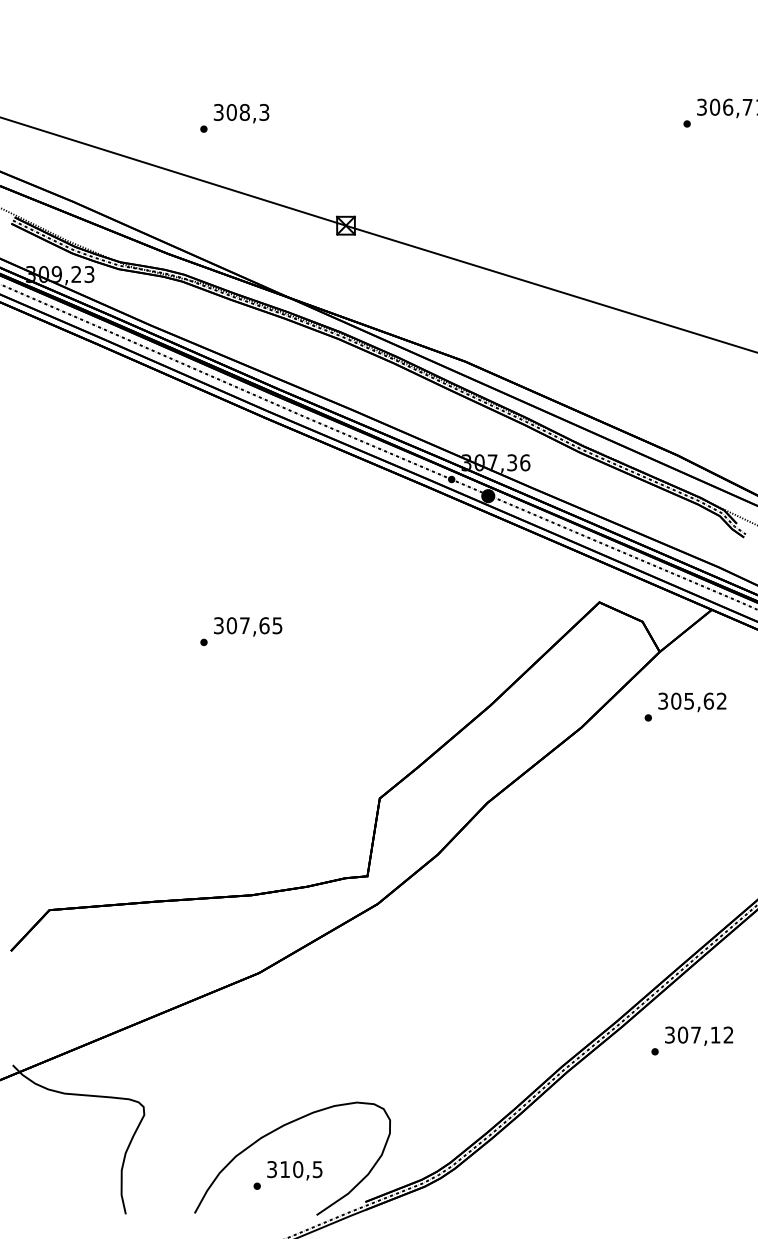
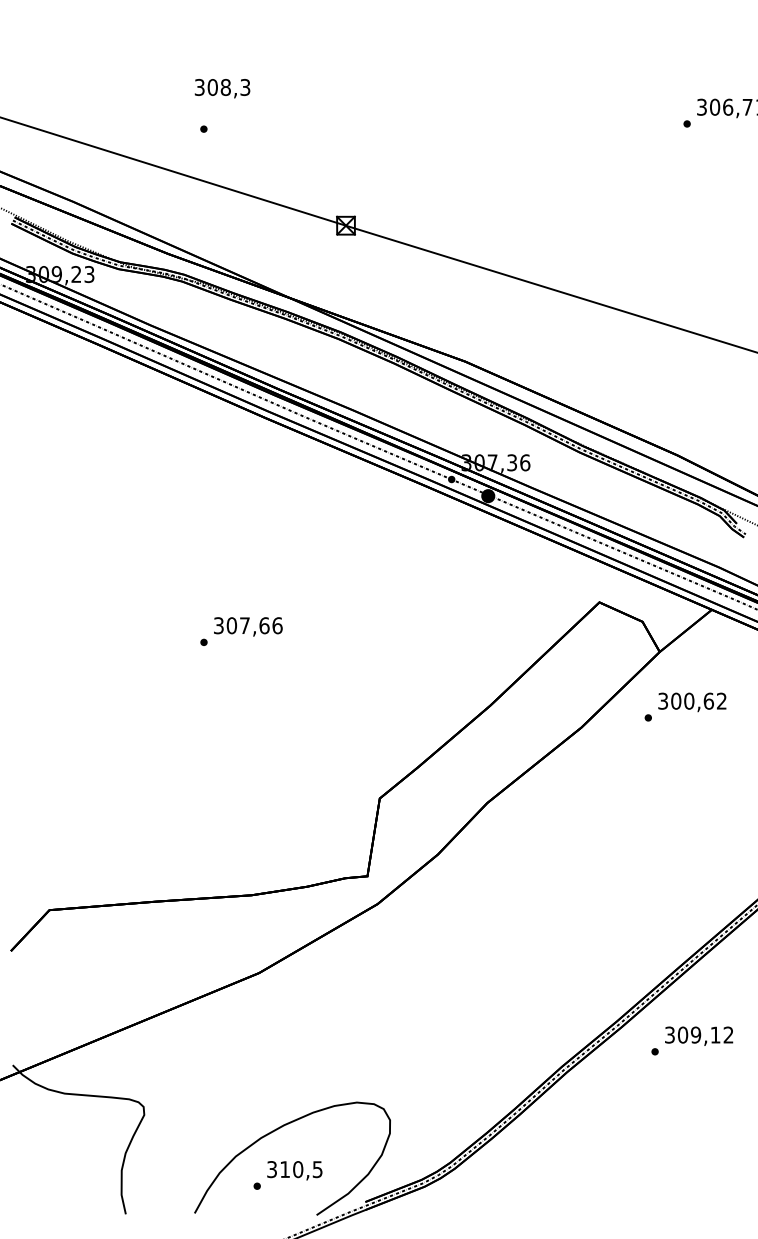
text at (241, 113) position: (241, 113) -> (222, 88)
text at (277, 625): 307,65 -> 307,66
text at (689, 700): 305,62 -> 300,62
text at (695, 1034): 307,12 -> 309,12
